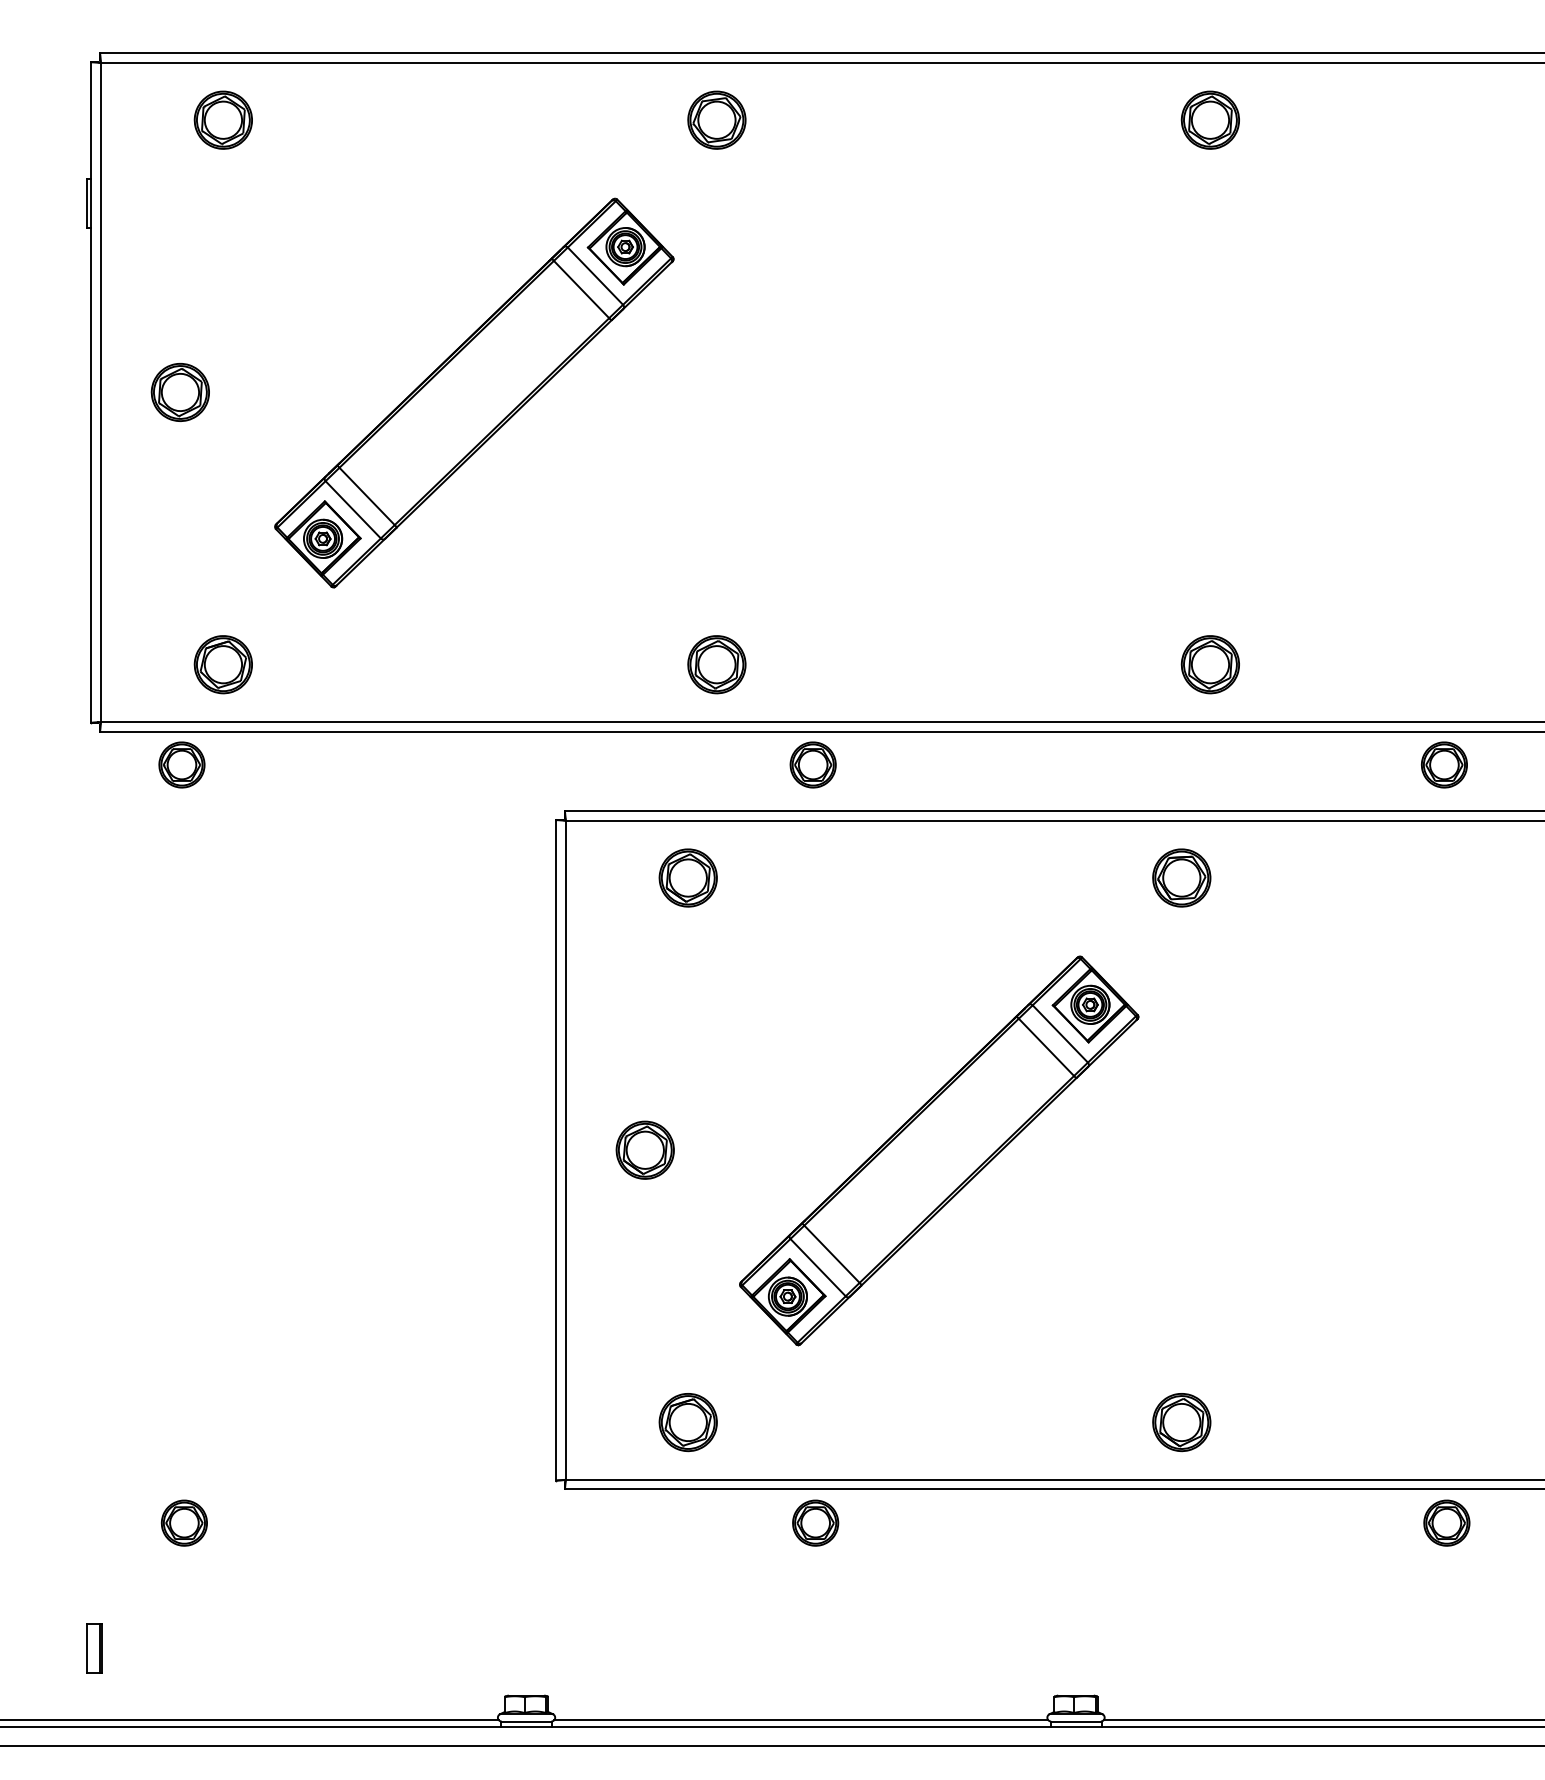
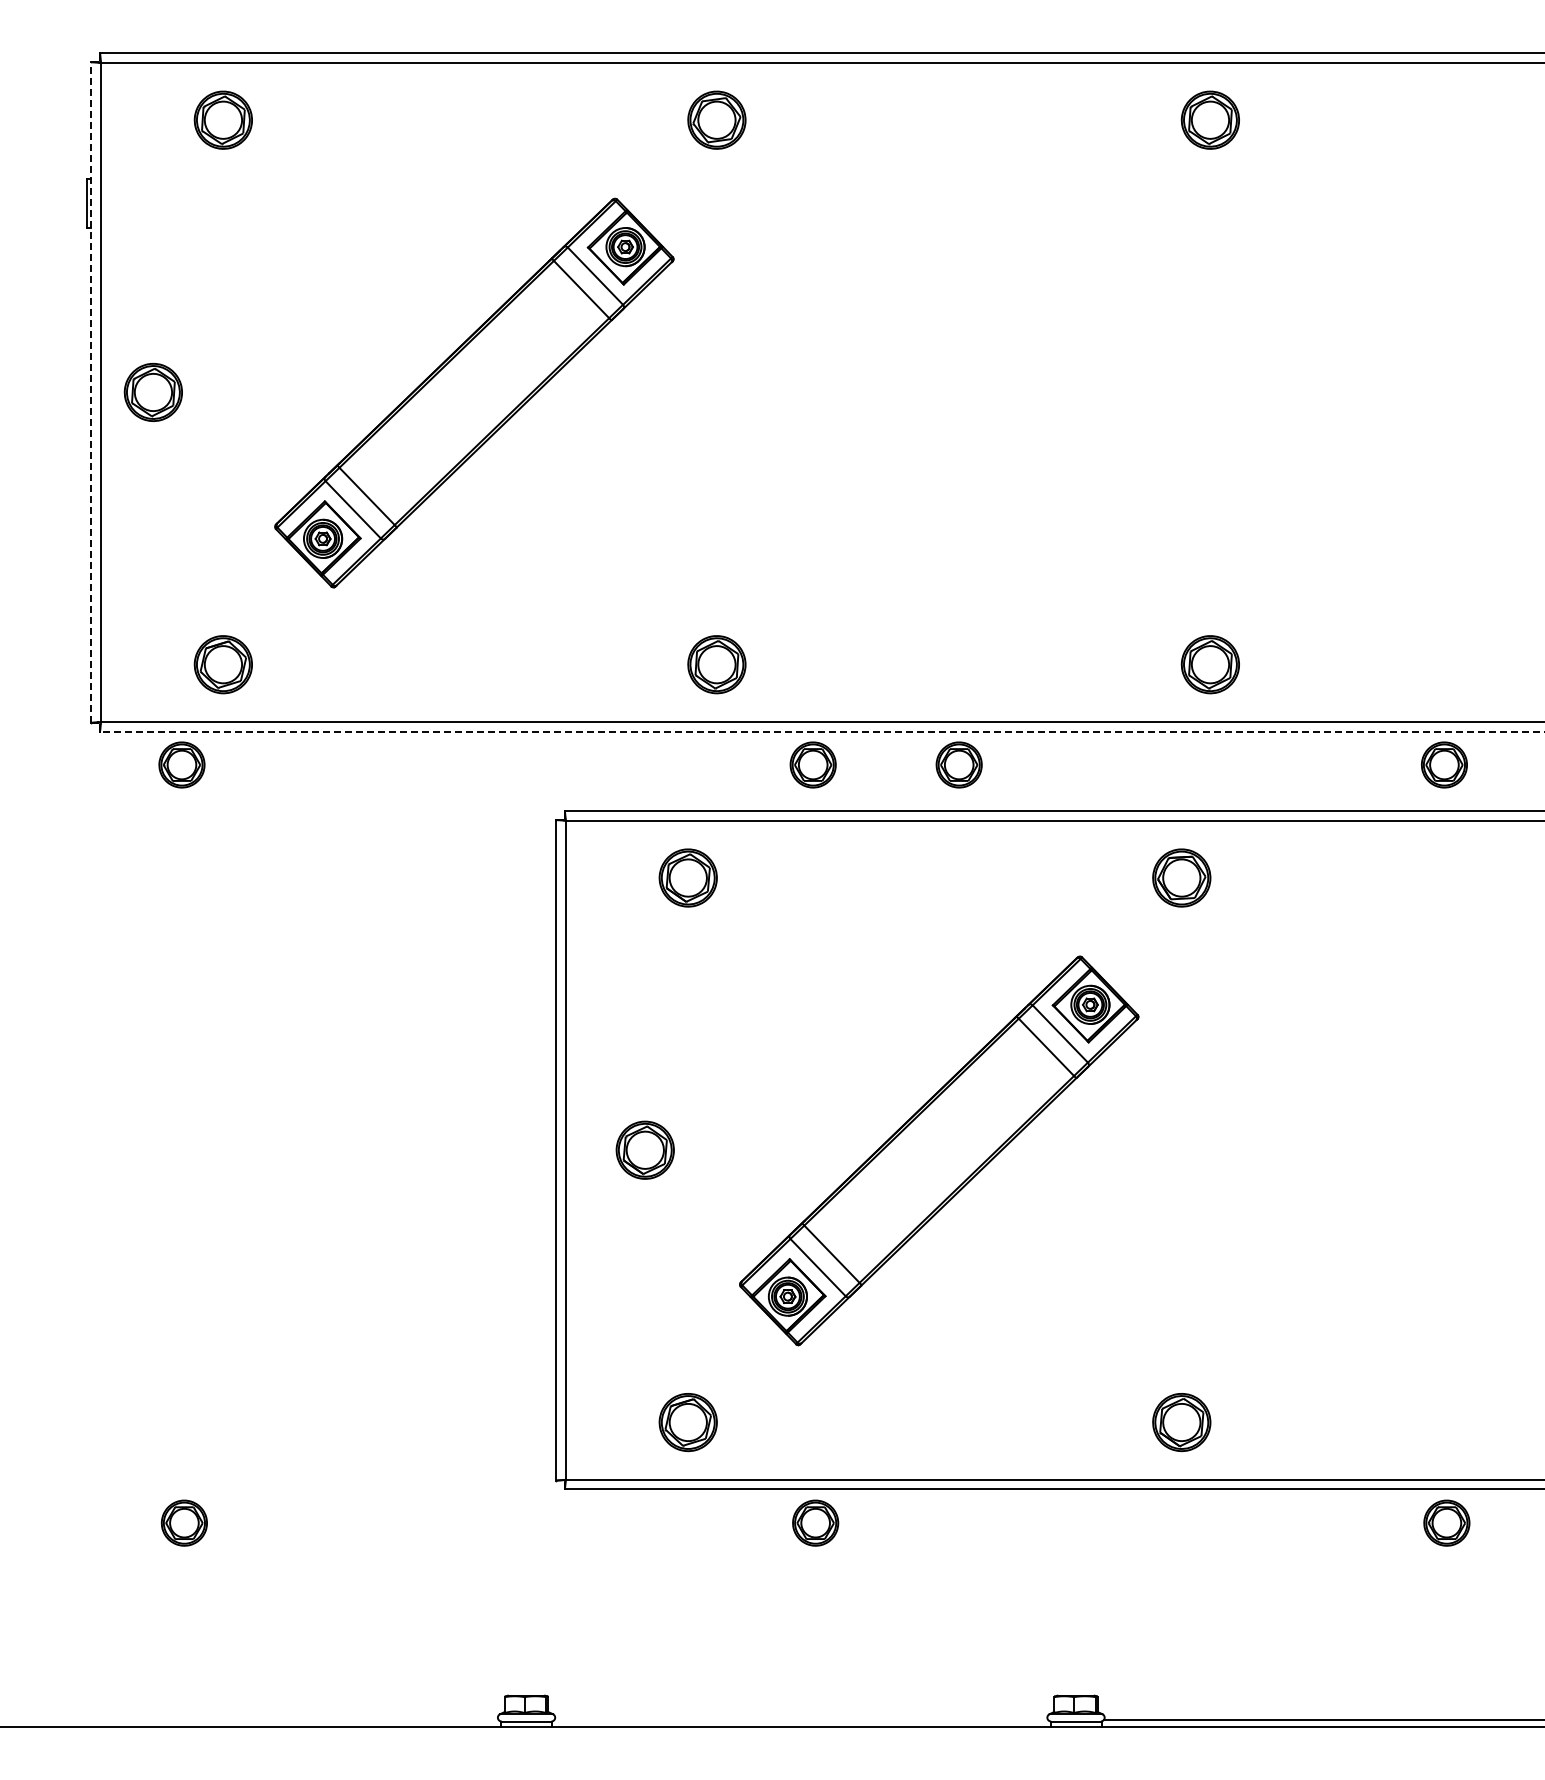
line at (91, 391): solid -> dashed
part at (179, 392) position: (179, 392) -> (152, 392)
line at (821, 731): solid -> dashed
part at (958, 764): none -> present
part at (94, 1648): present -> none
line at (250, 1720): present -> none
line at (801, 1720): present -> none
line at (771, 1745): present -> none
